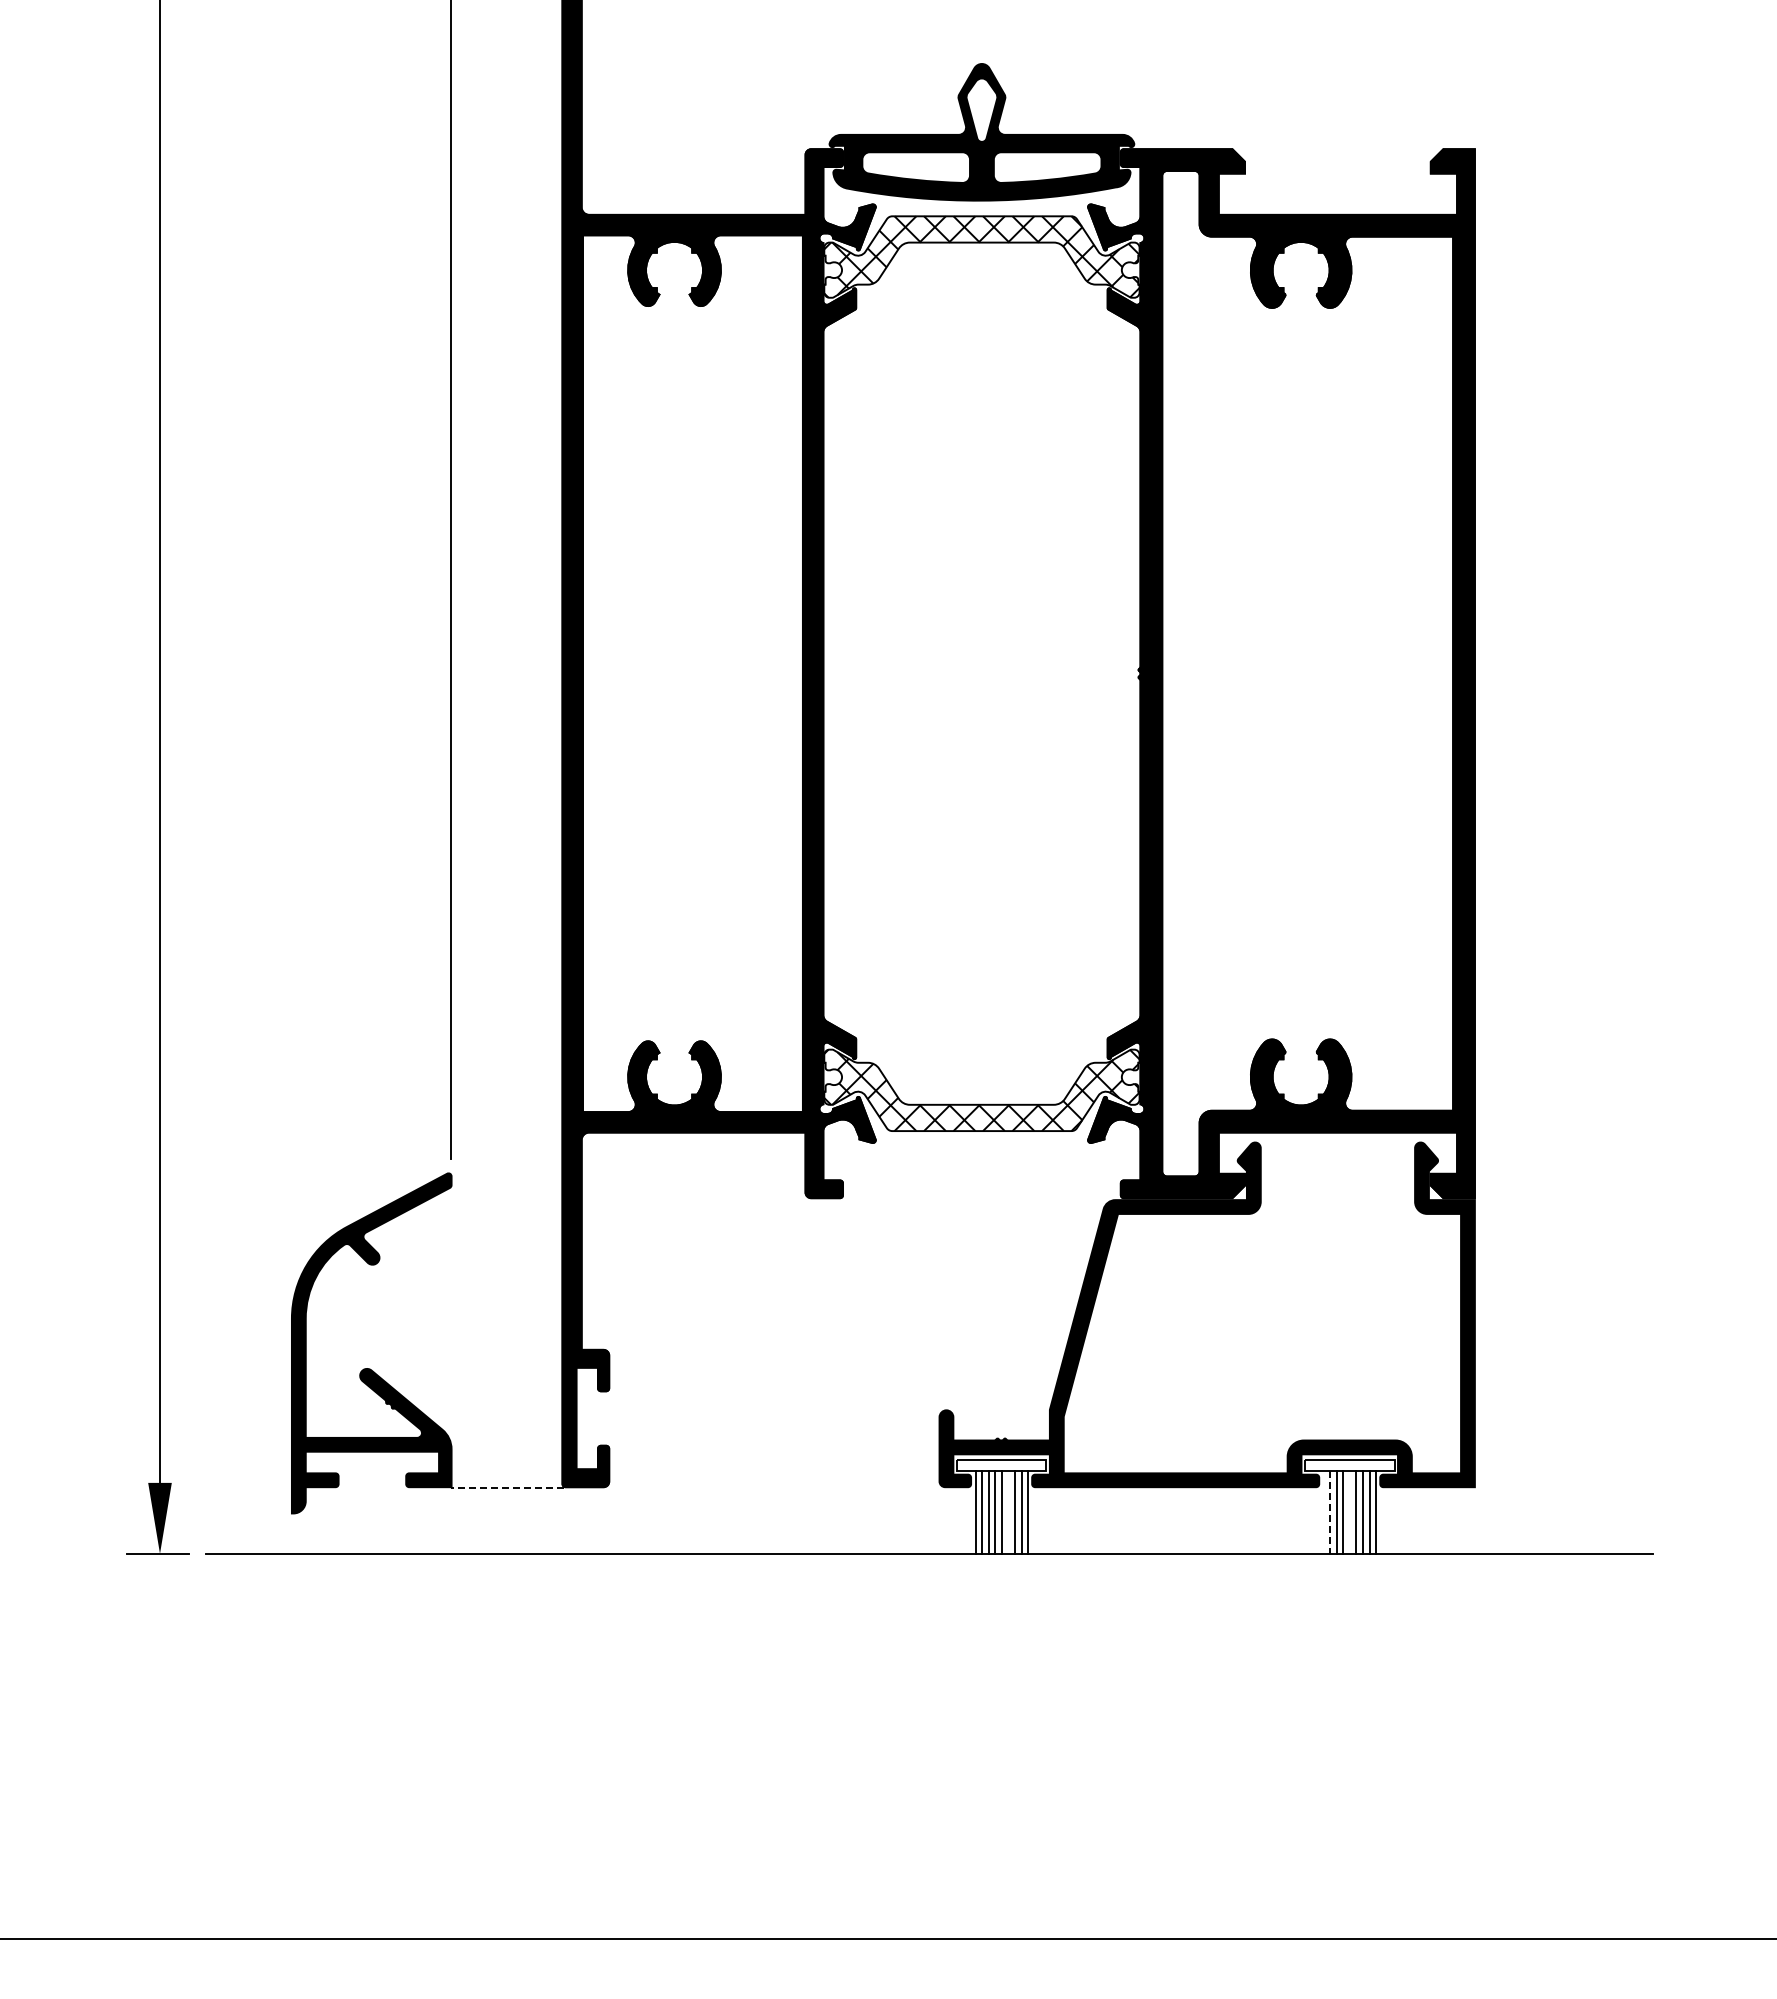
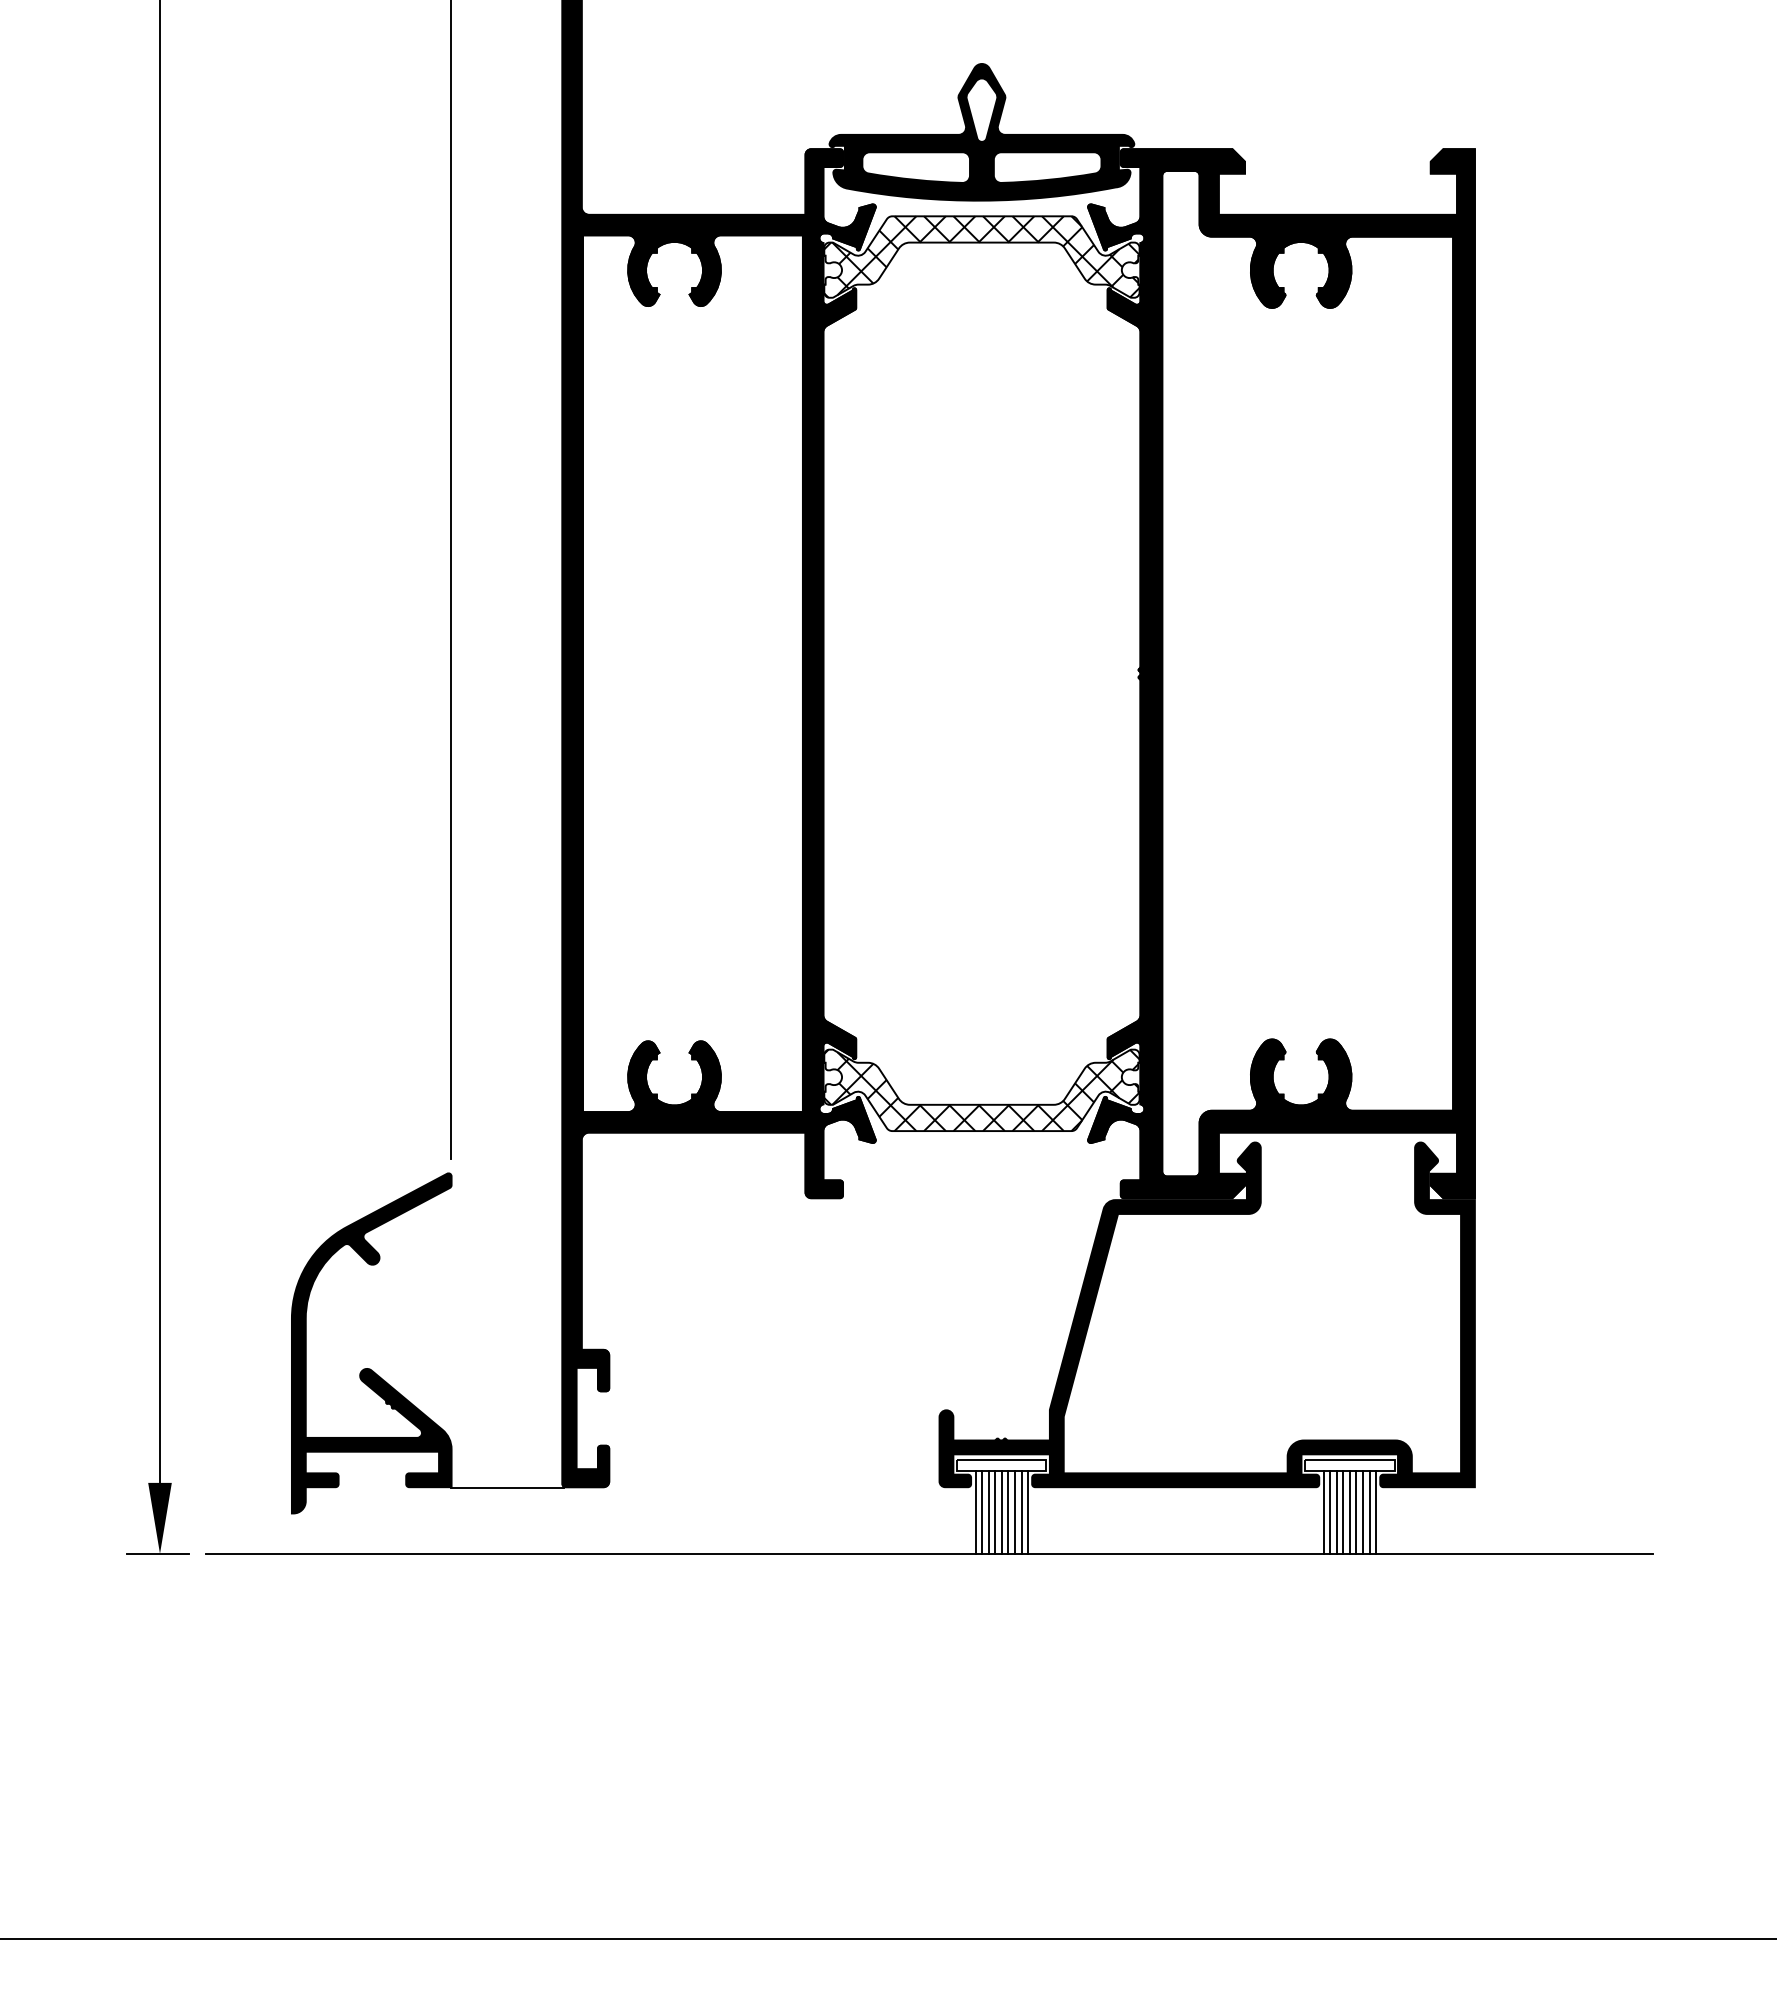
line at (507, 1488): dashed -> solid
line at (1008, 1512): none -> present
line at (1323, 1512): none -> present
line at (1349, 1512): none -> present
line at (1330, 1513): dashed -> solid
